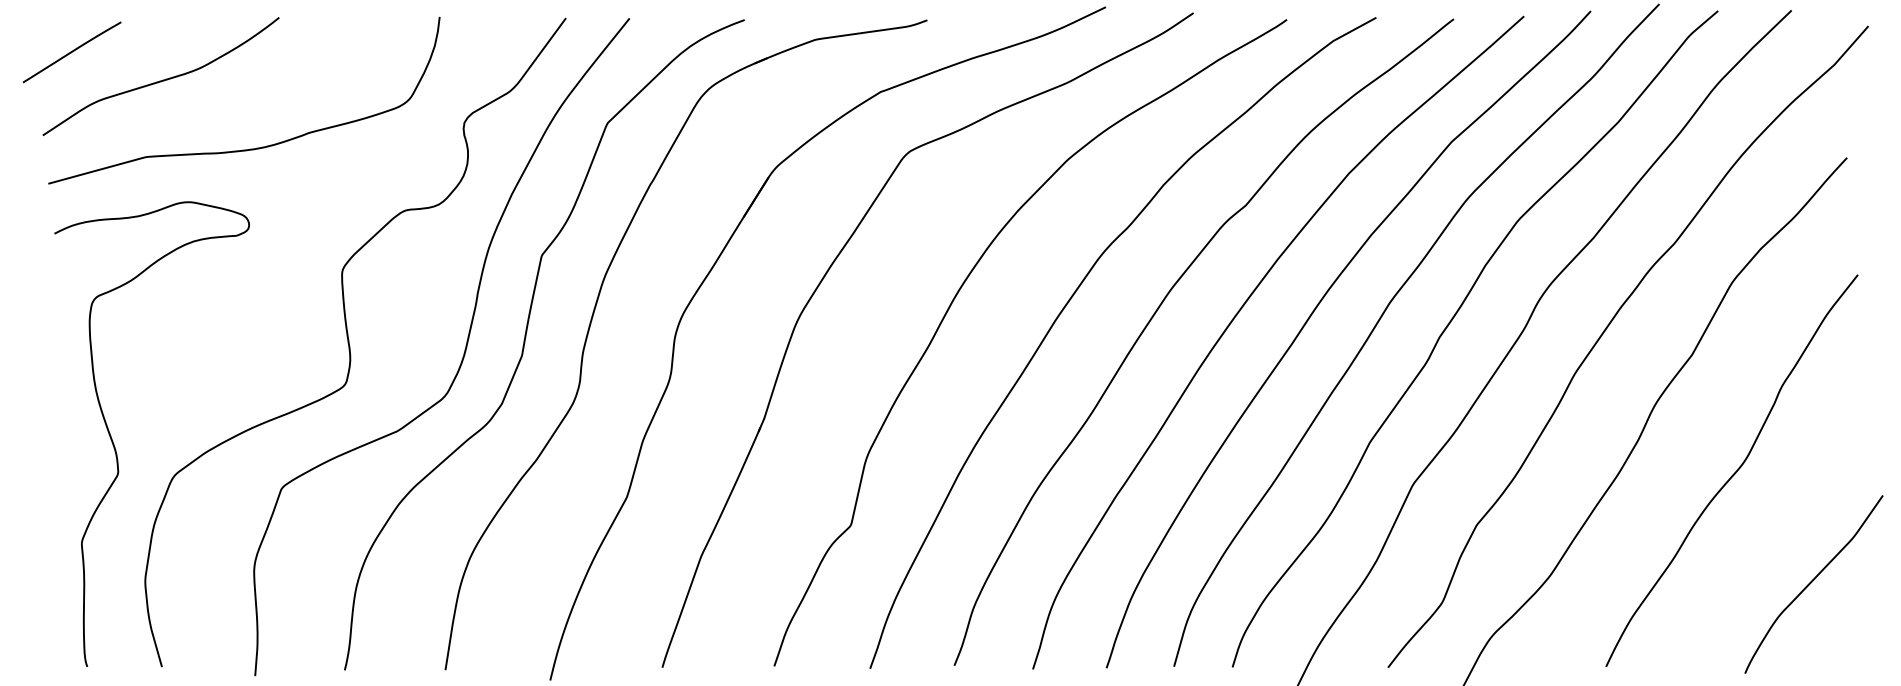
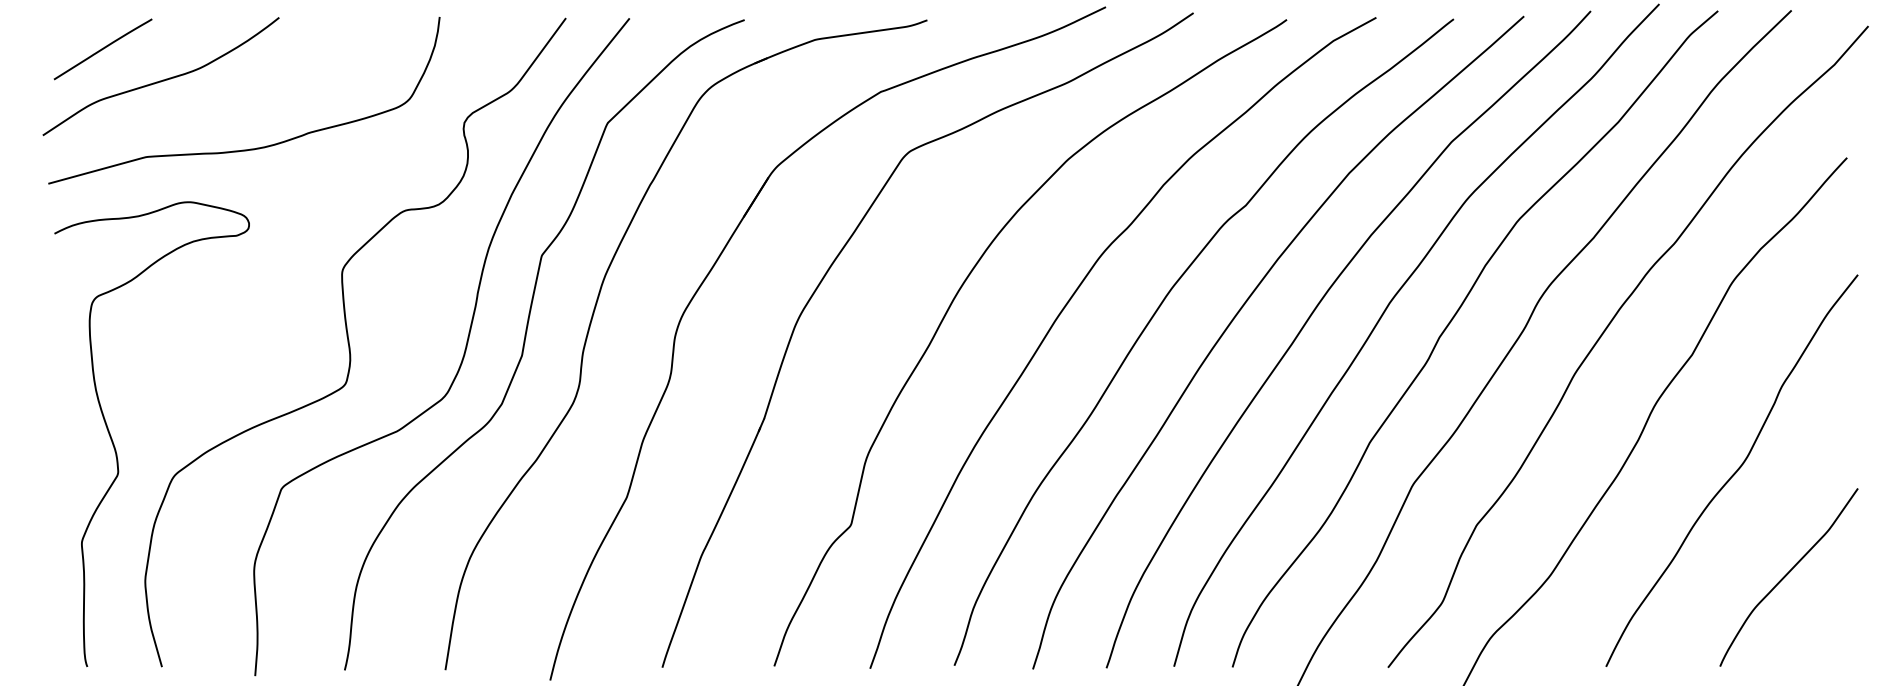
line at (71, 52) position: (71, 52) -> (102, 49)
curve at (1812, 582) position: (1812, 582) -> (1787, 575)
